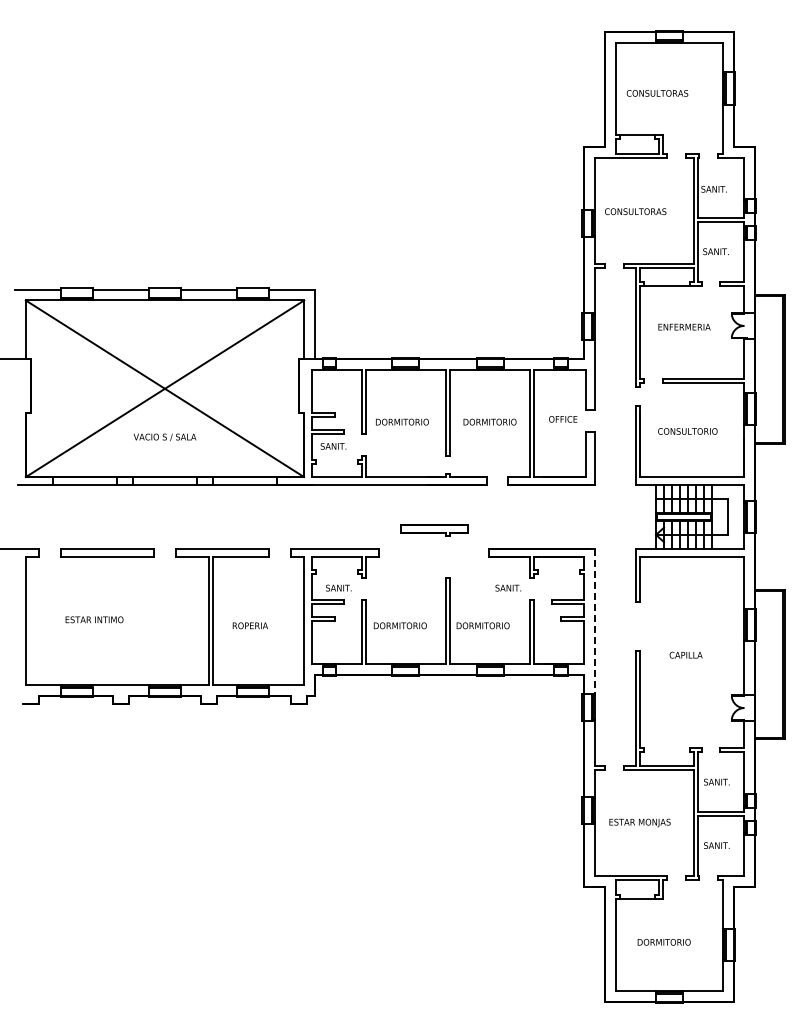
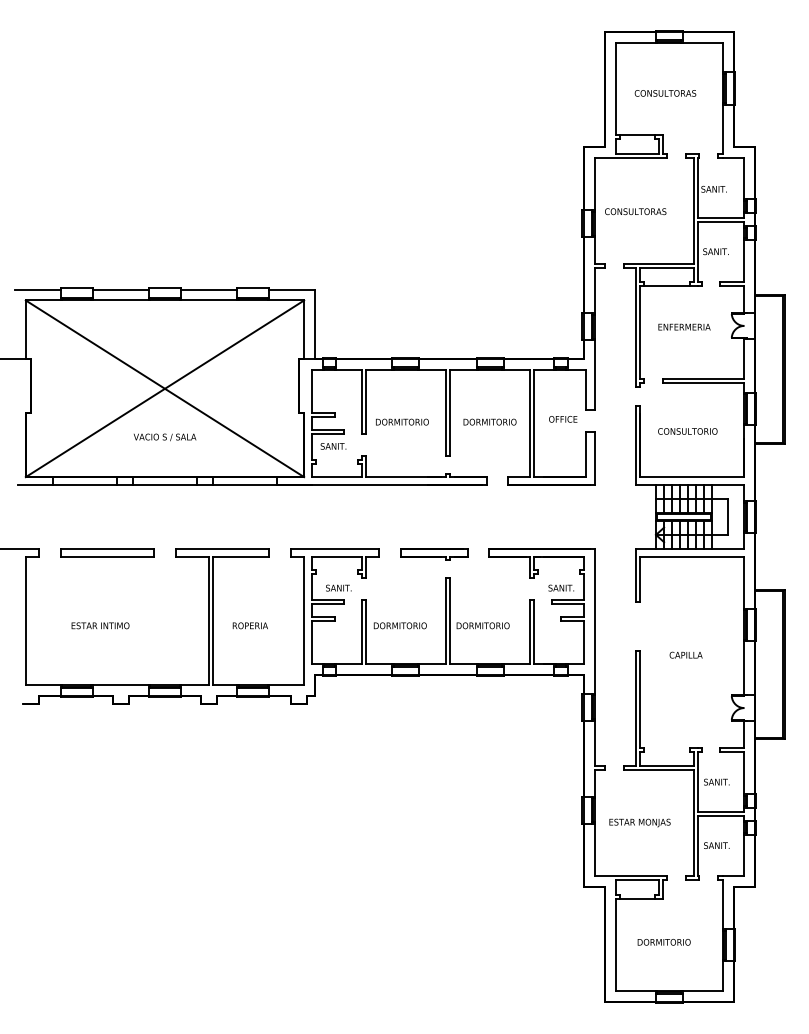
text at (657, 93) position: (657, 93) -> (665, 93)
part at (434, 530) position: (434, 530) -> (434, 554)
text at (507, 587) position: (507, 587) -> (560, 587)
text at (94, 619) position: (94, 619) -> (100, 625)
line at (594, 621): dashed -> solid
